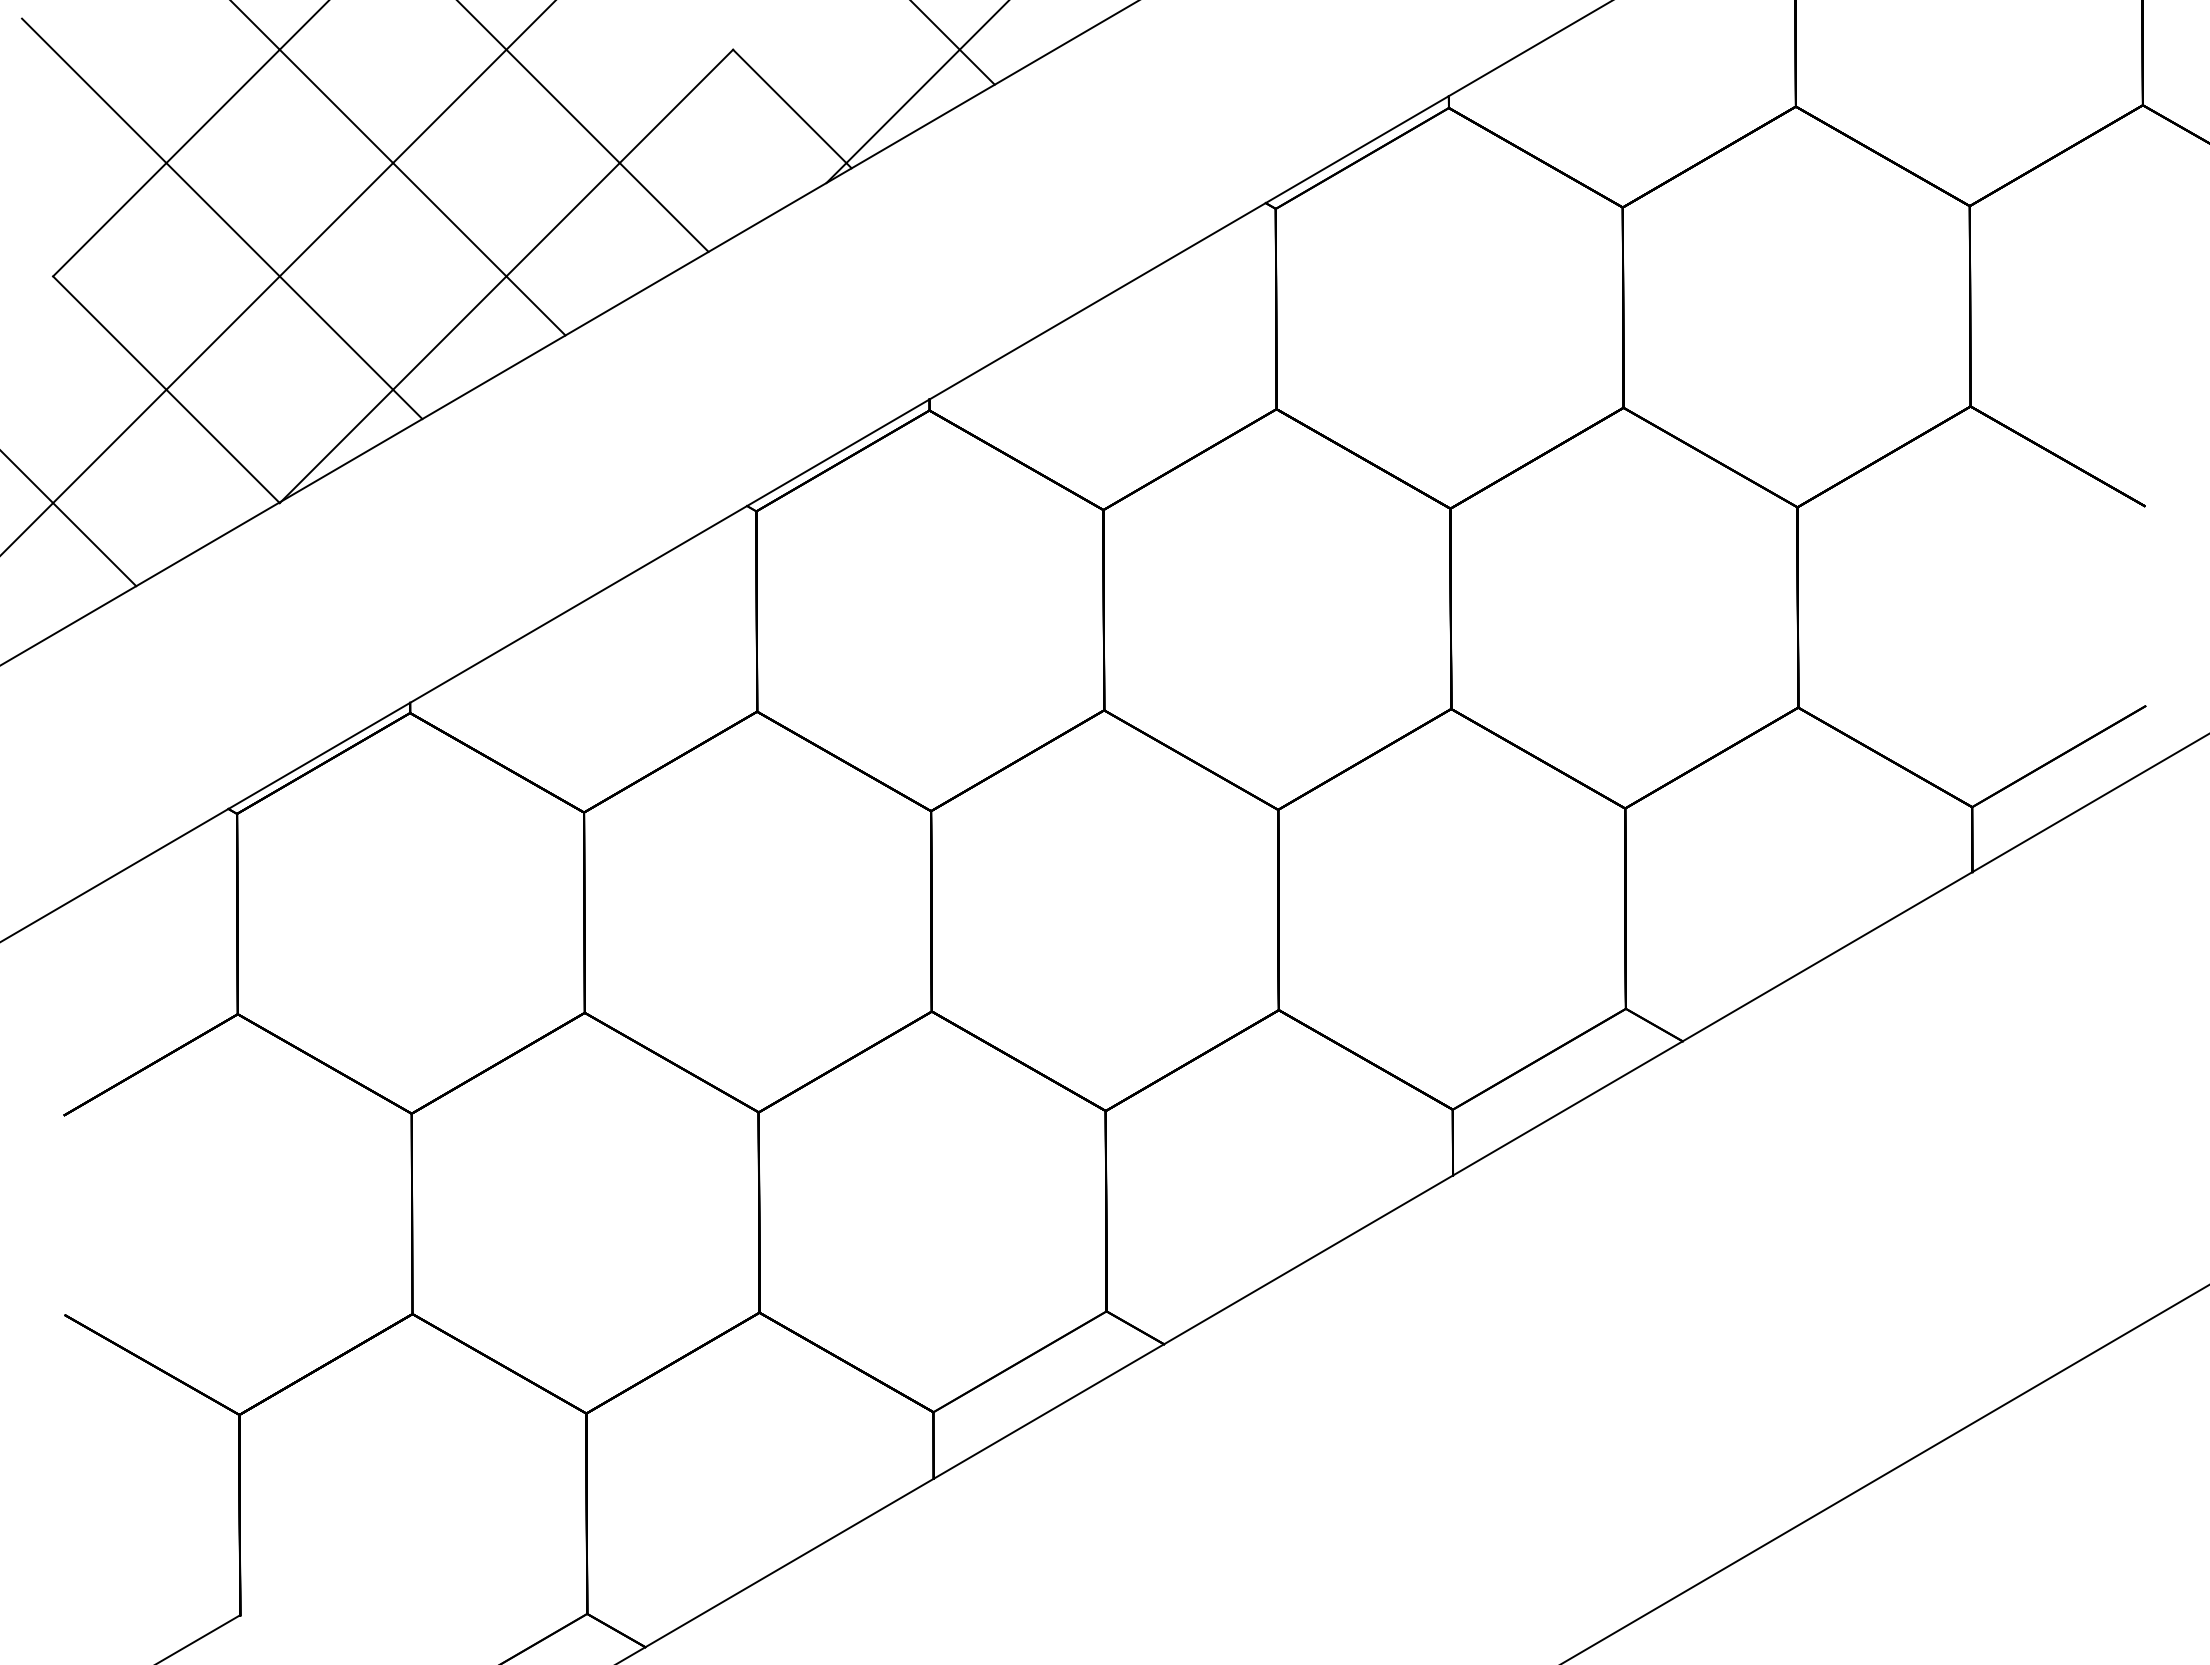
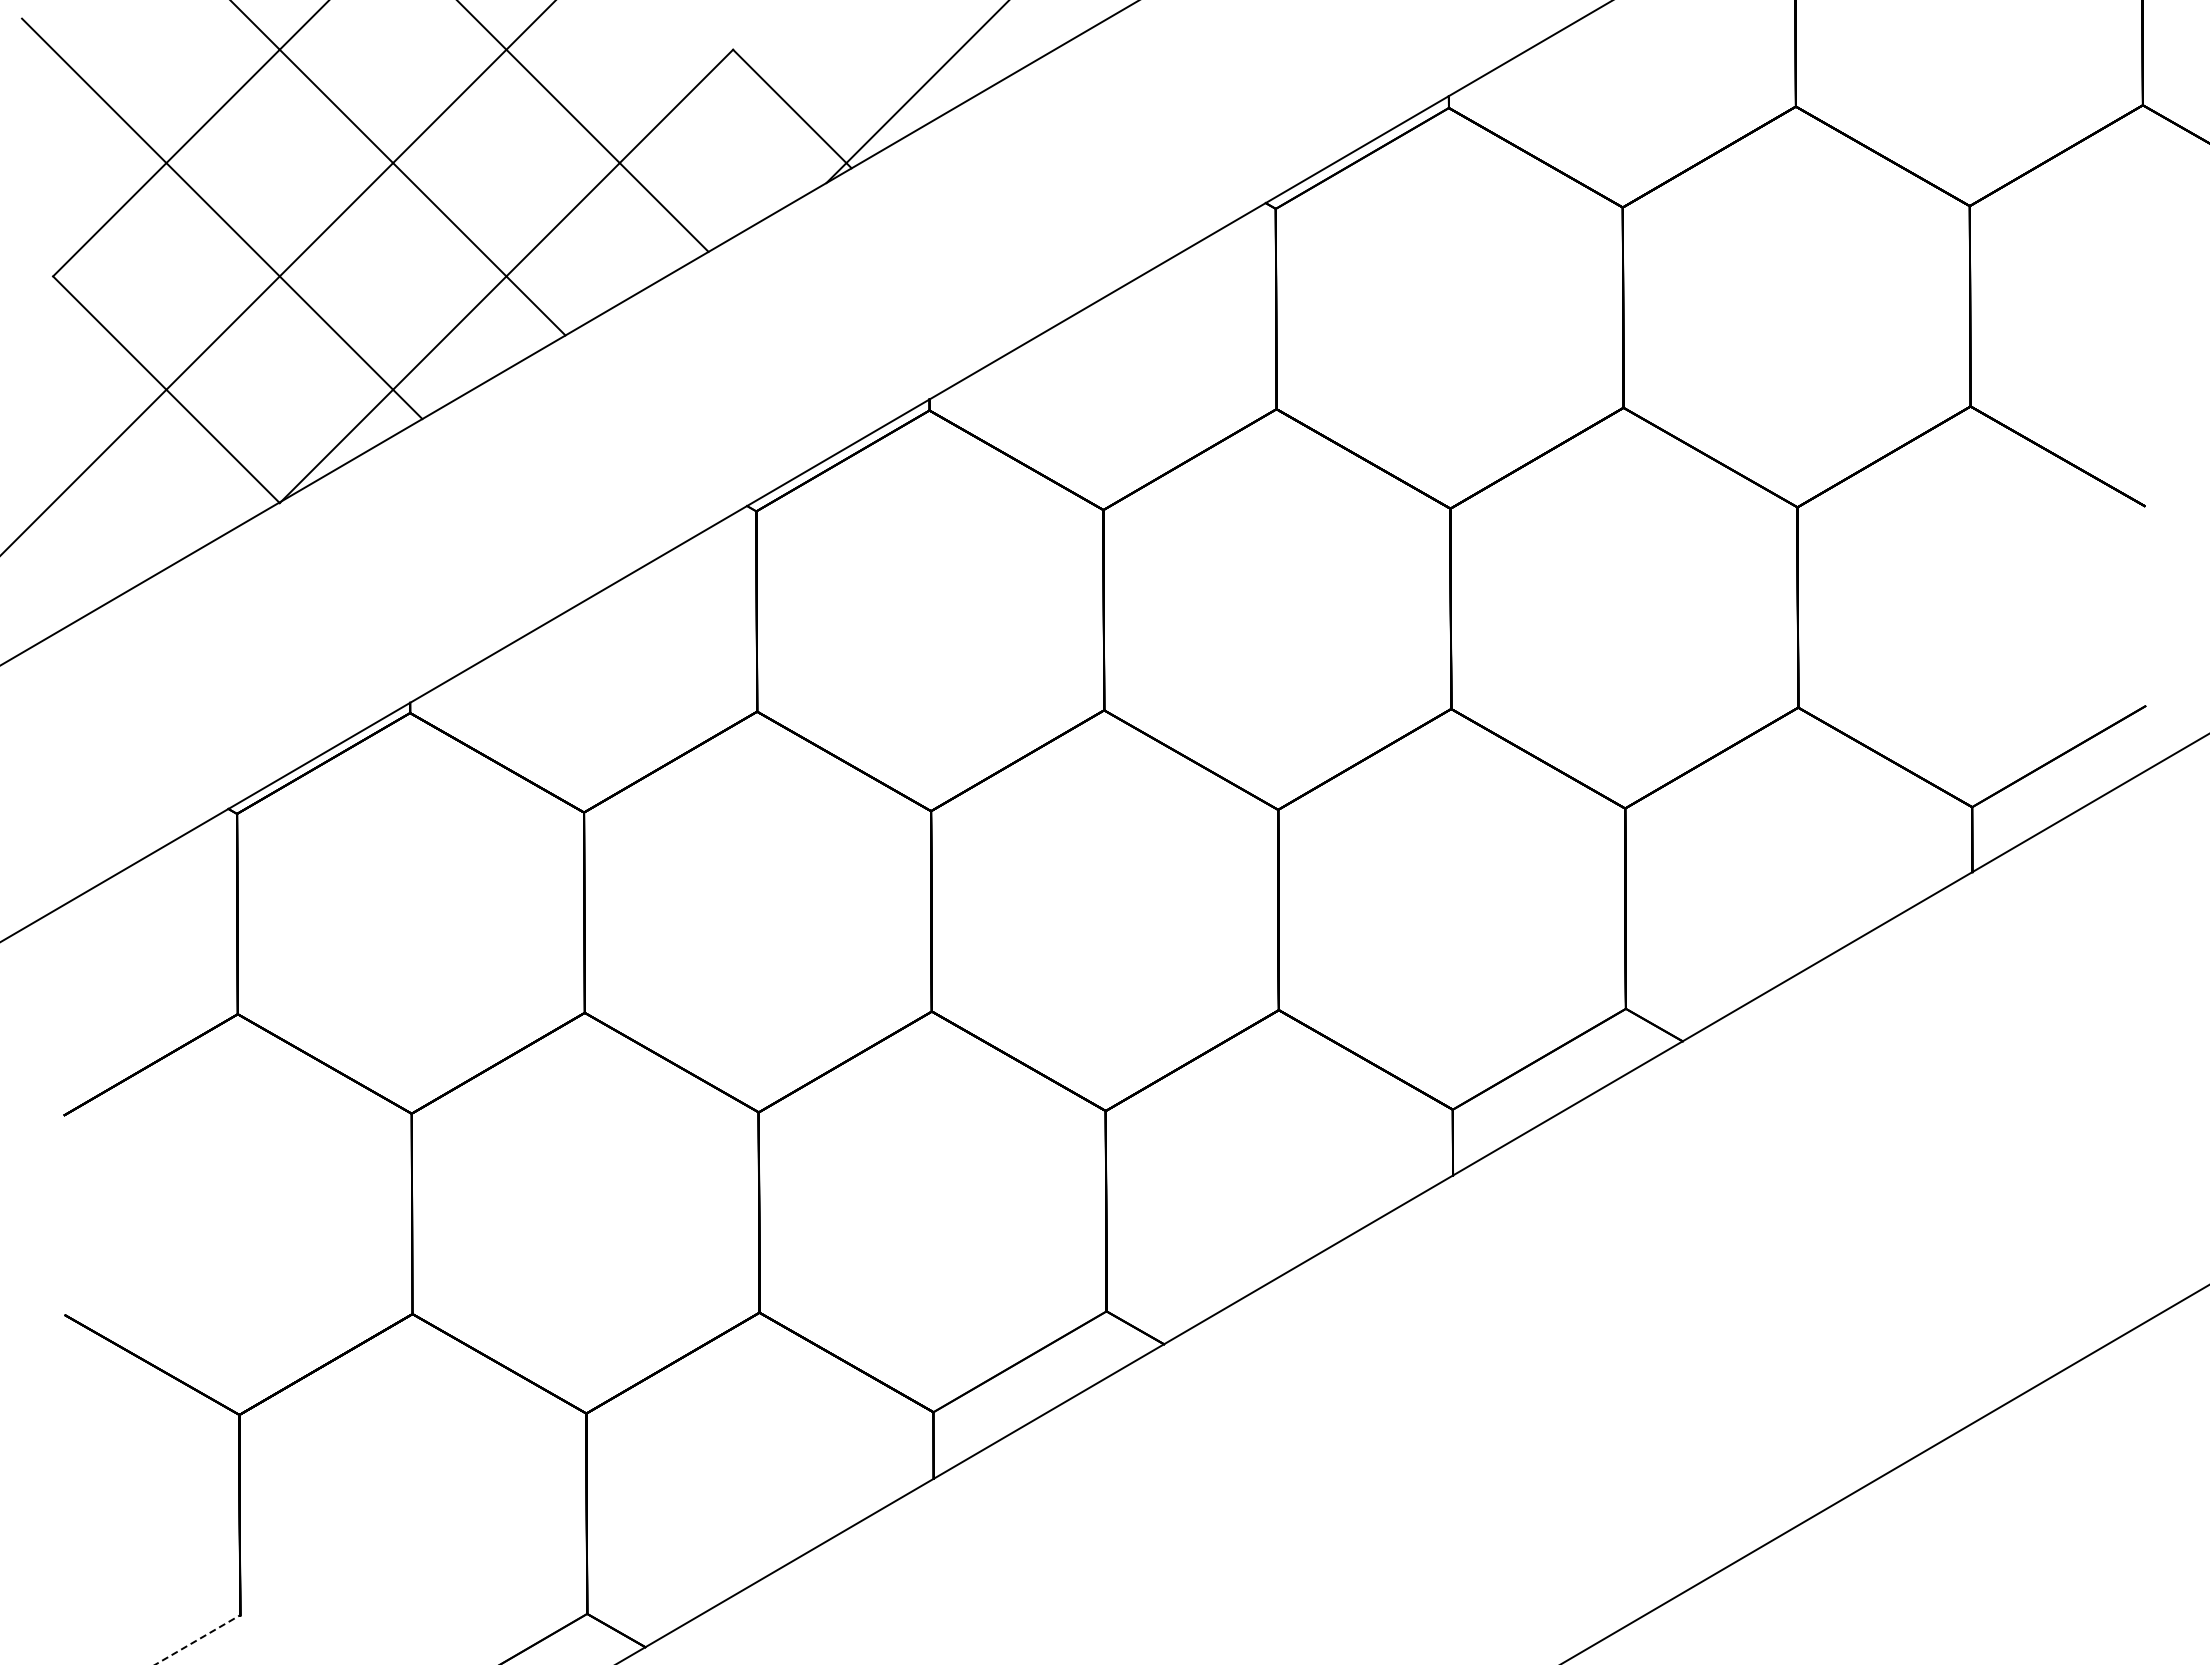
line at (953, 43): present -> none
line at (69, 519): present -> none
line at (198, 1639): solid -> dashed
